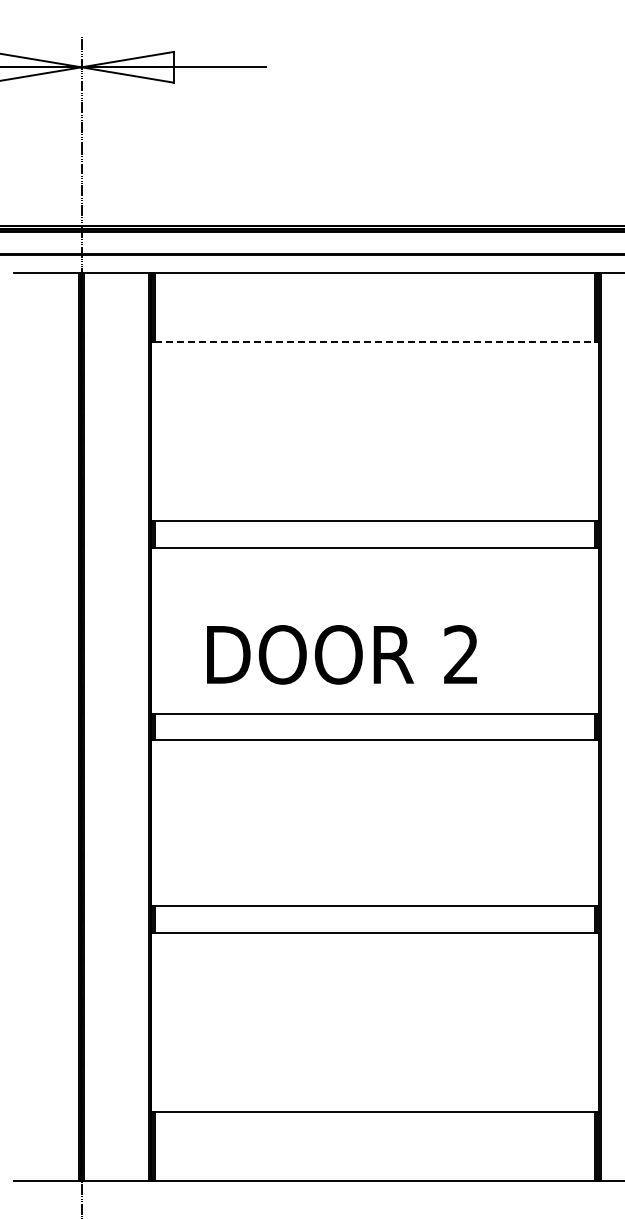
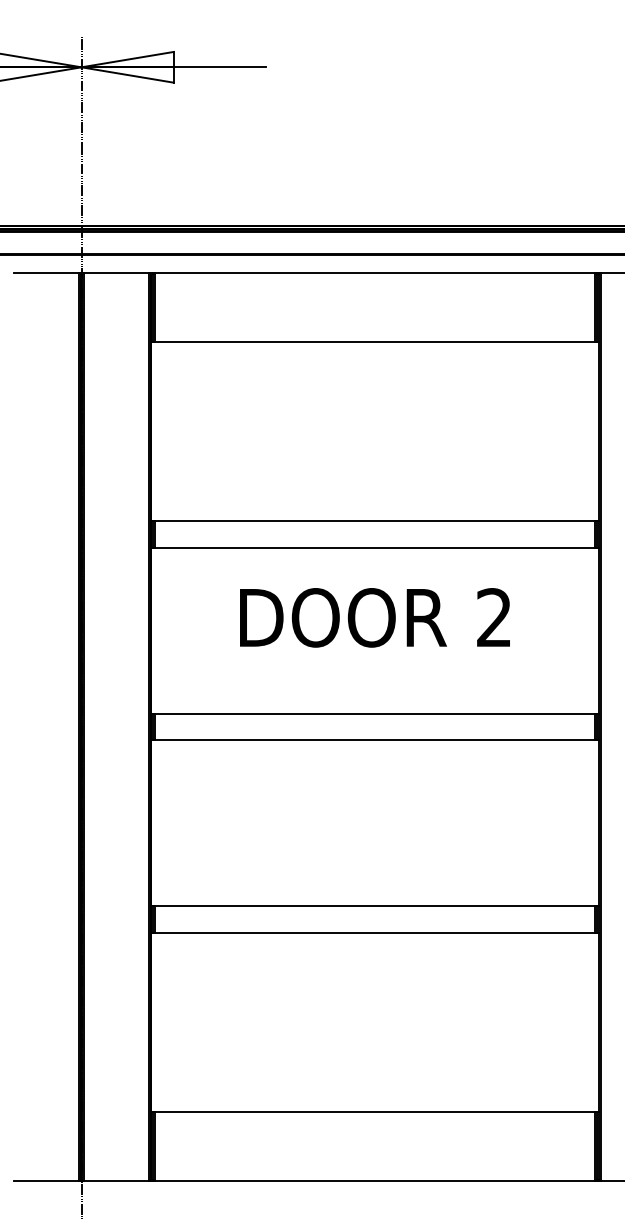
line at (375, 342): dashed -> solid
text at (341, 654) position: (341, 654) -> (374, 617)
